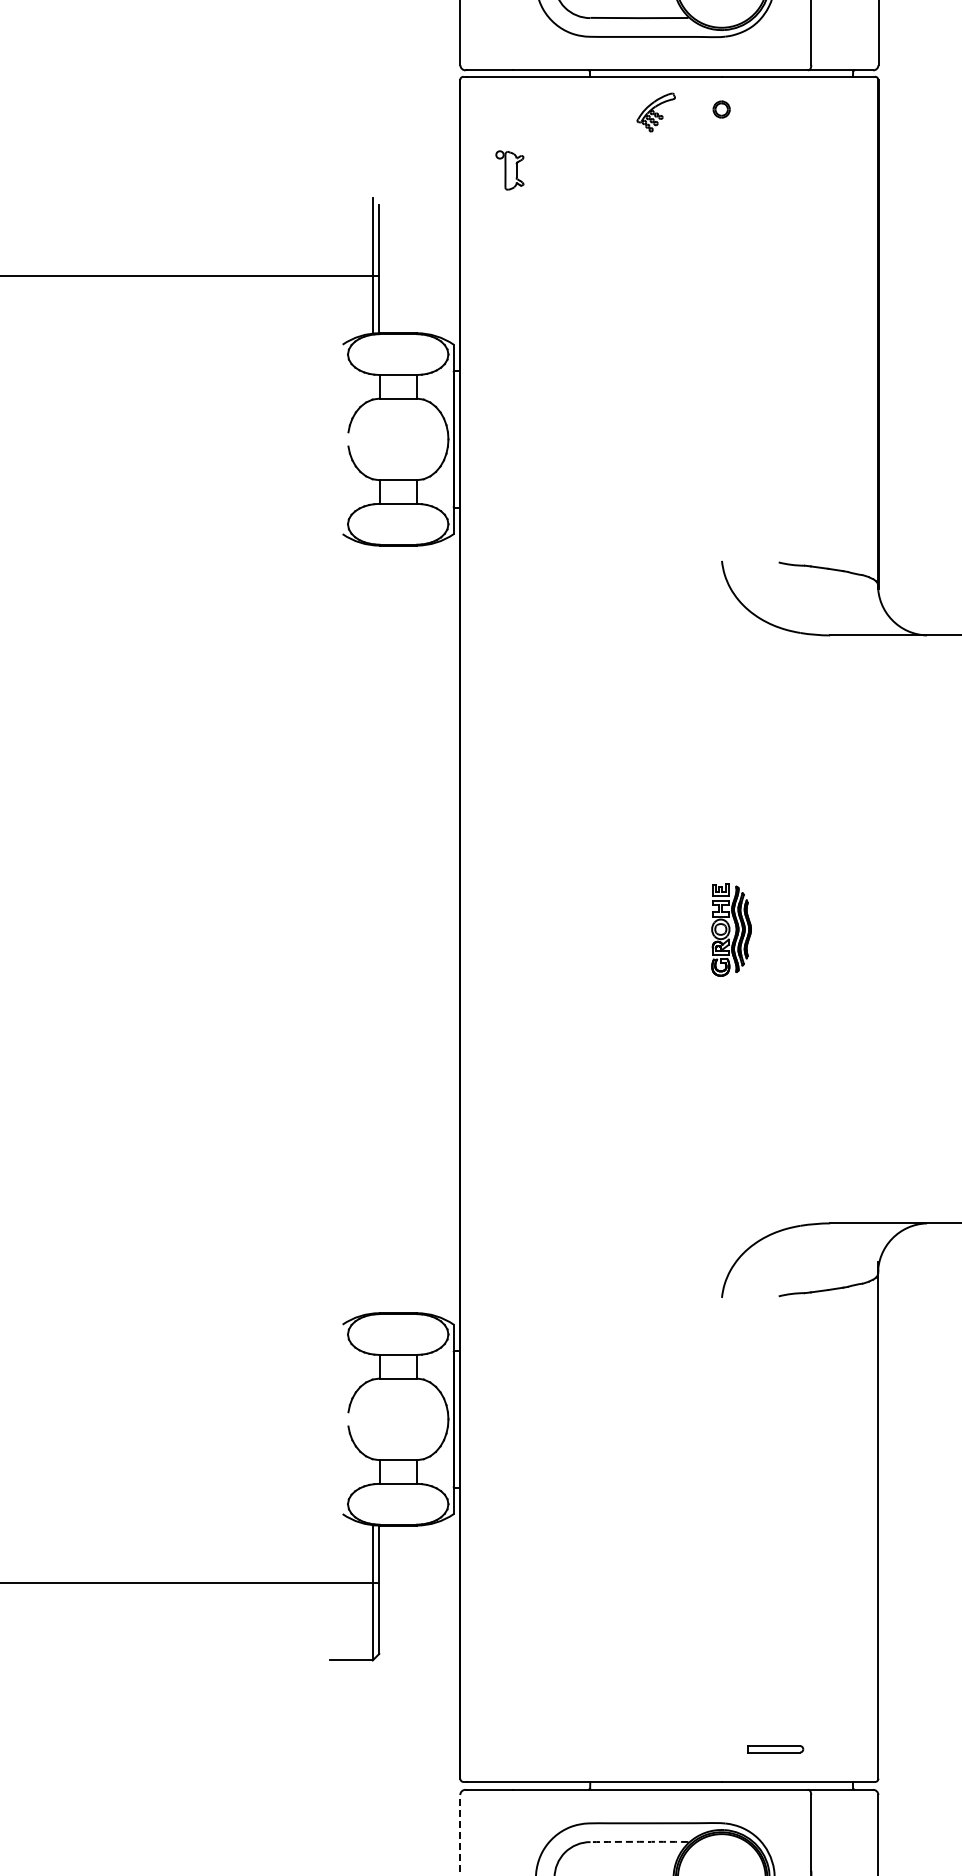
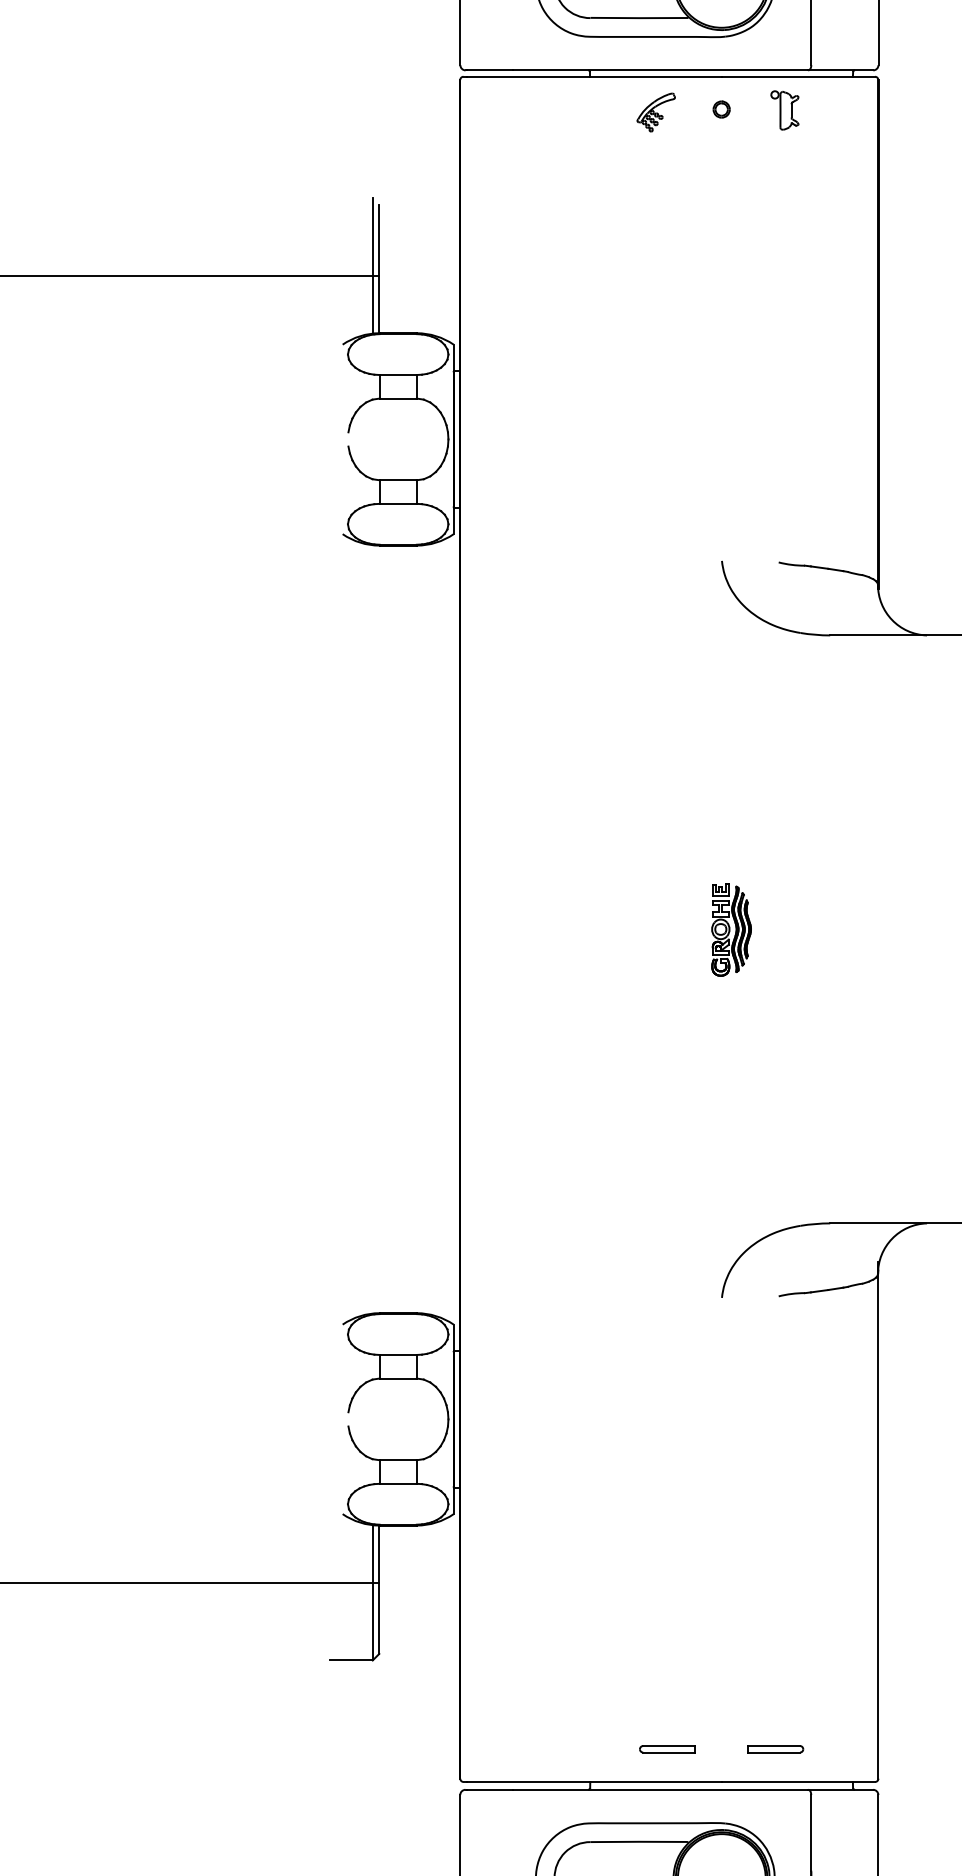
part at (509, 170) position: (509, 170) -> (784, 110)
part at (667, 1749): none -> present
line at (460, 1834): dashed -> solid
arc at (639, 1841): dashed -> solid
